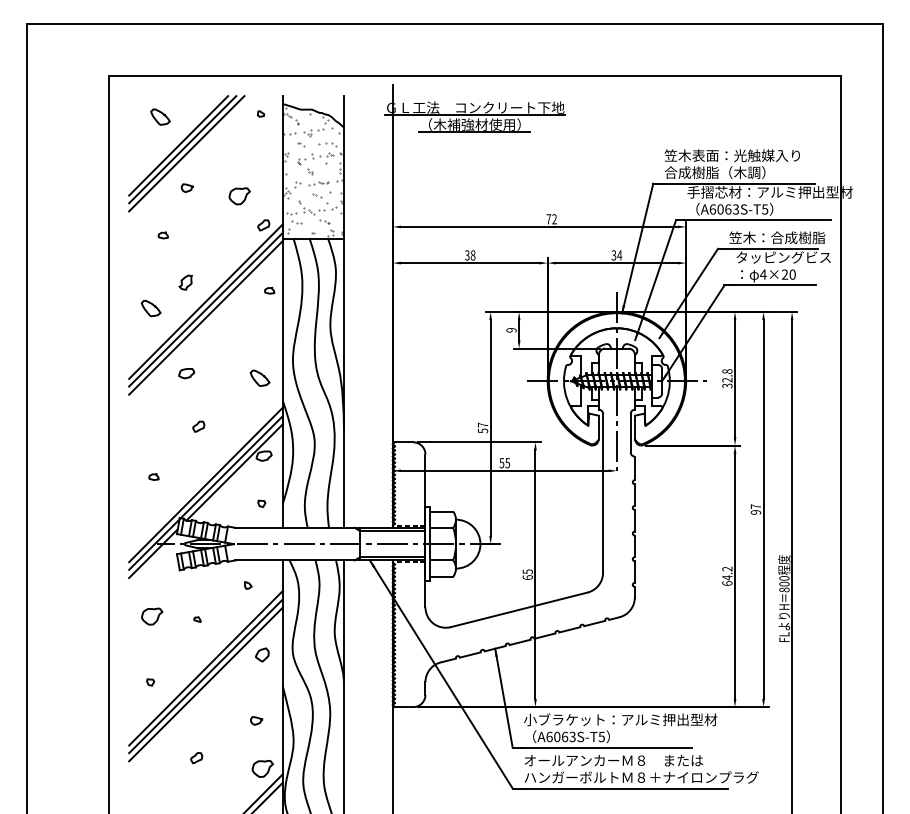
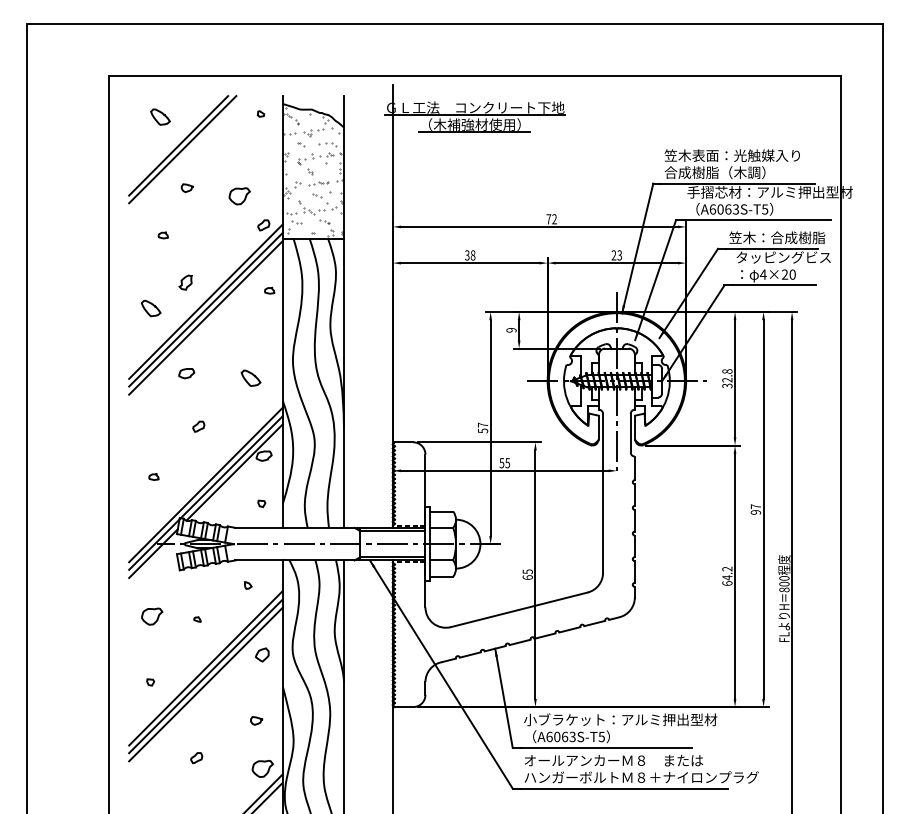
line at (186, 153): present -> none
text at (616, 255): 34 -> 23
part at (259, 377) position: (259, 377) -> (250, 377)
